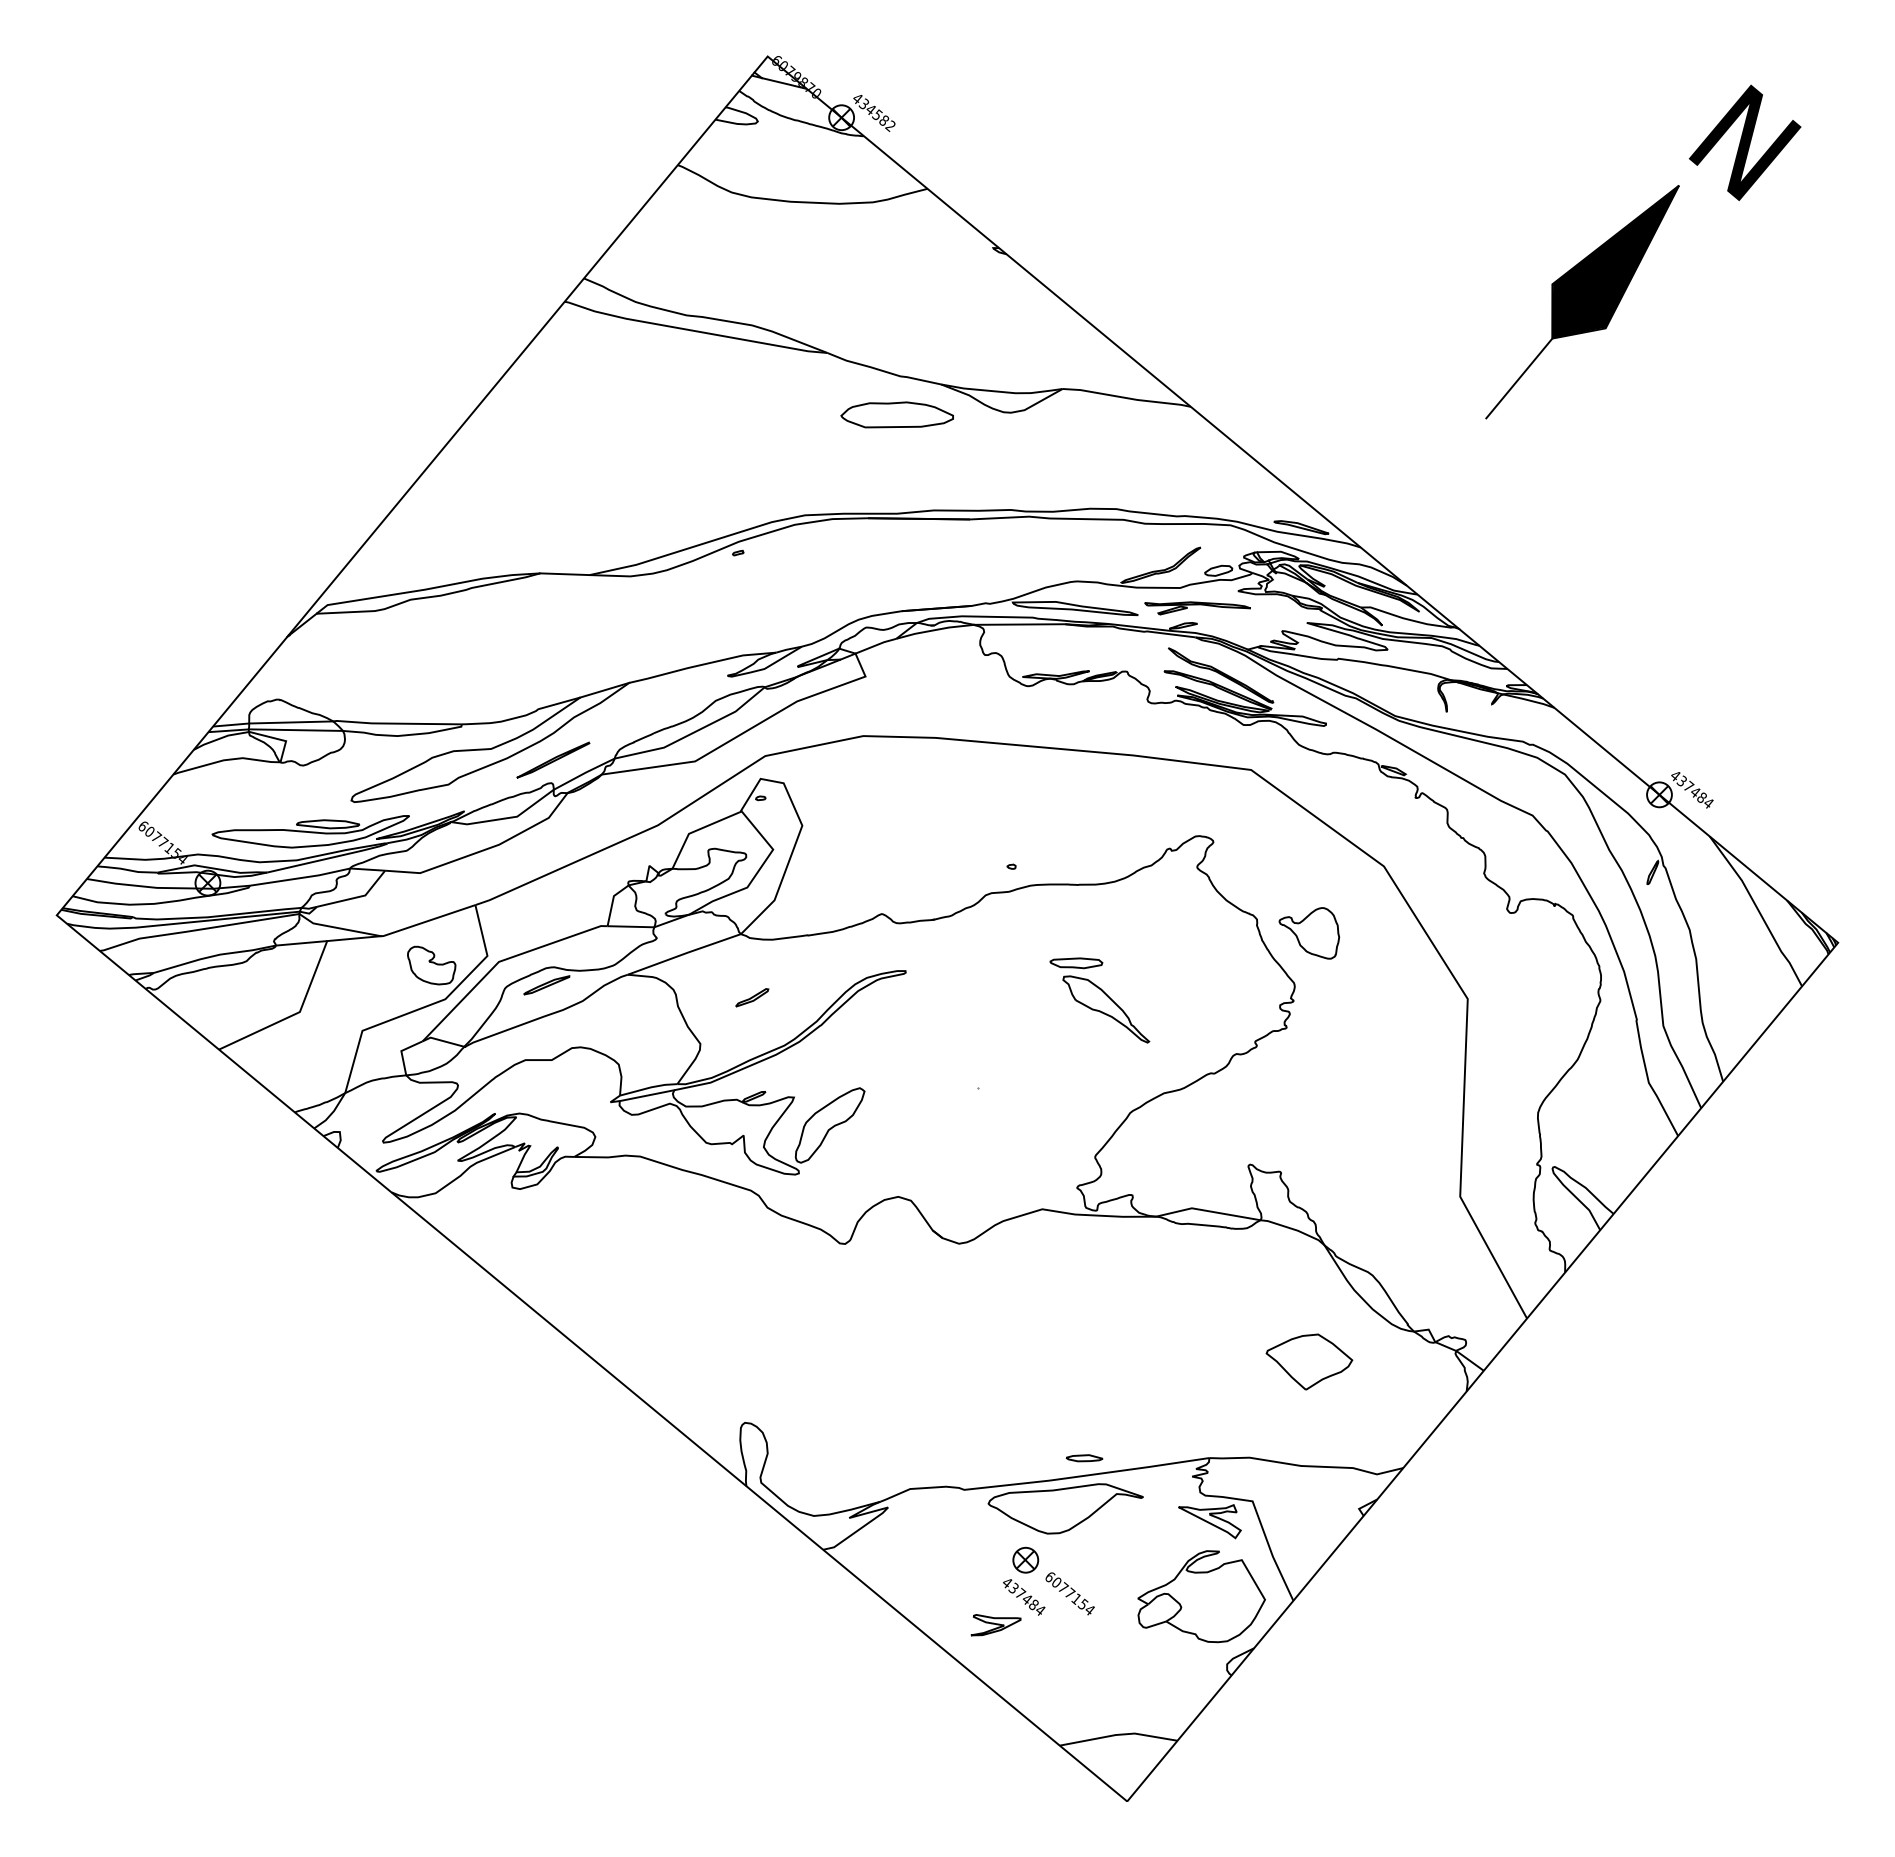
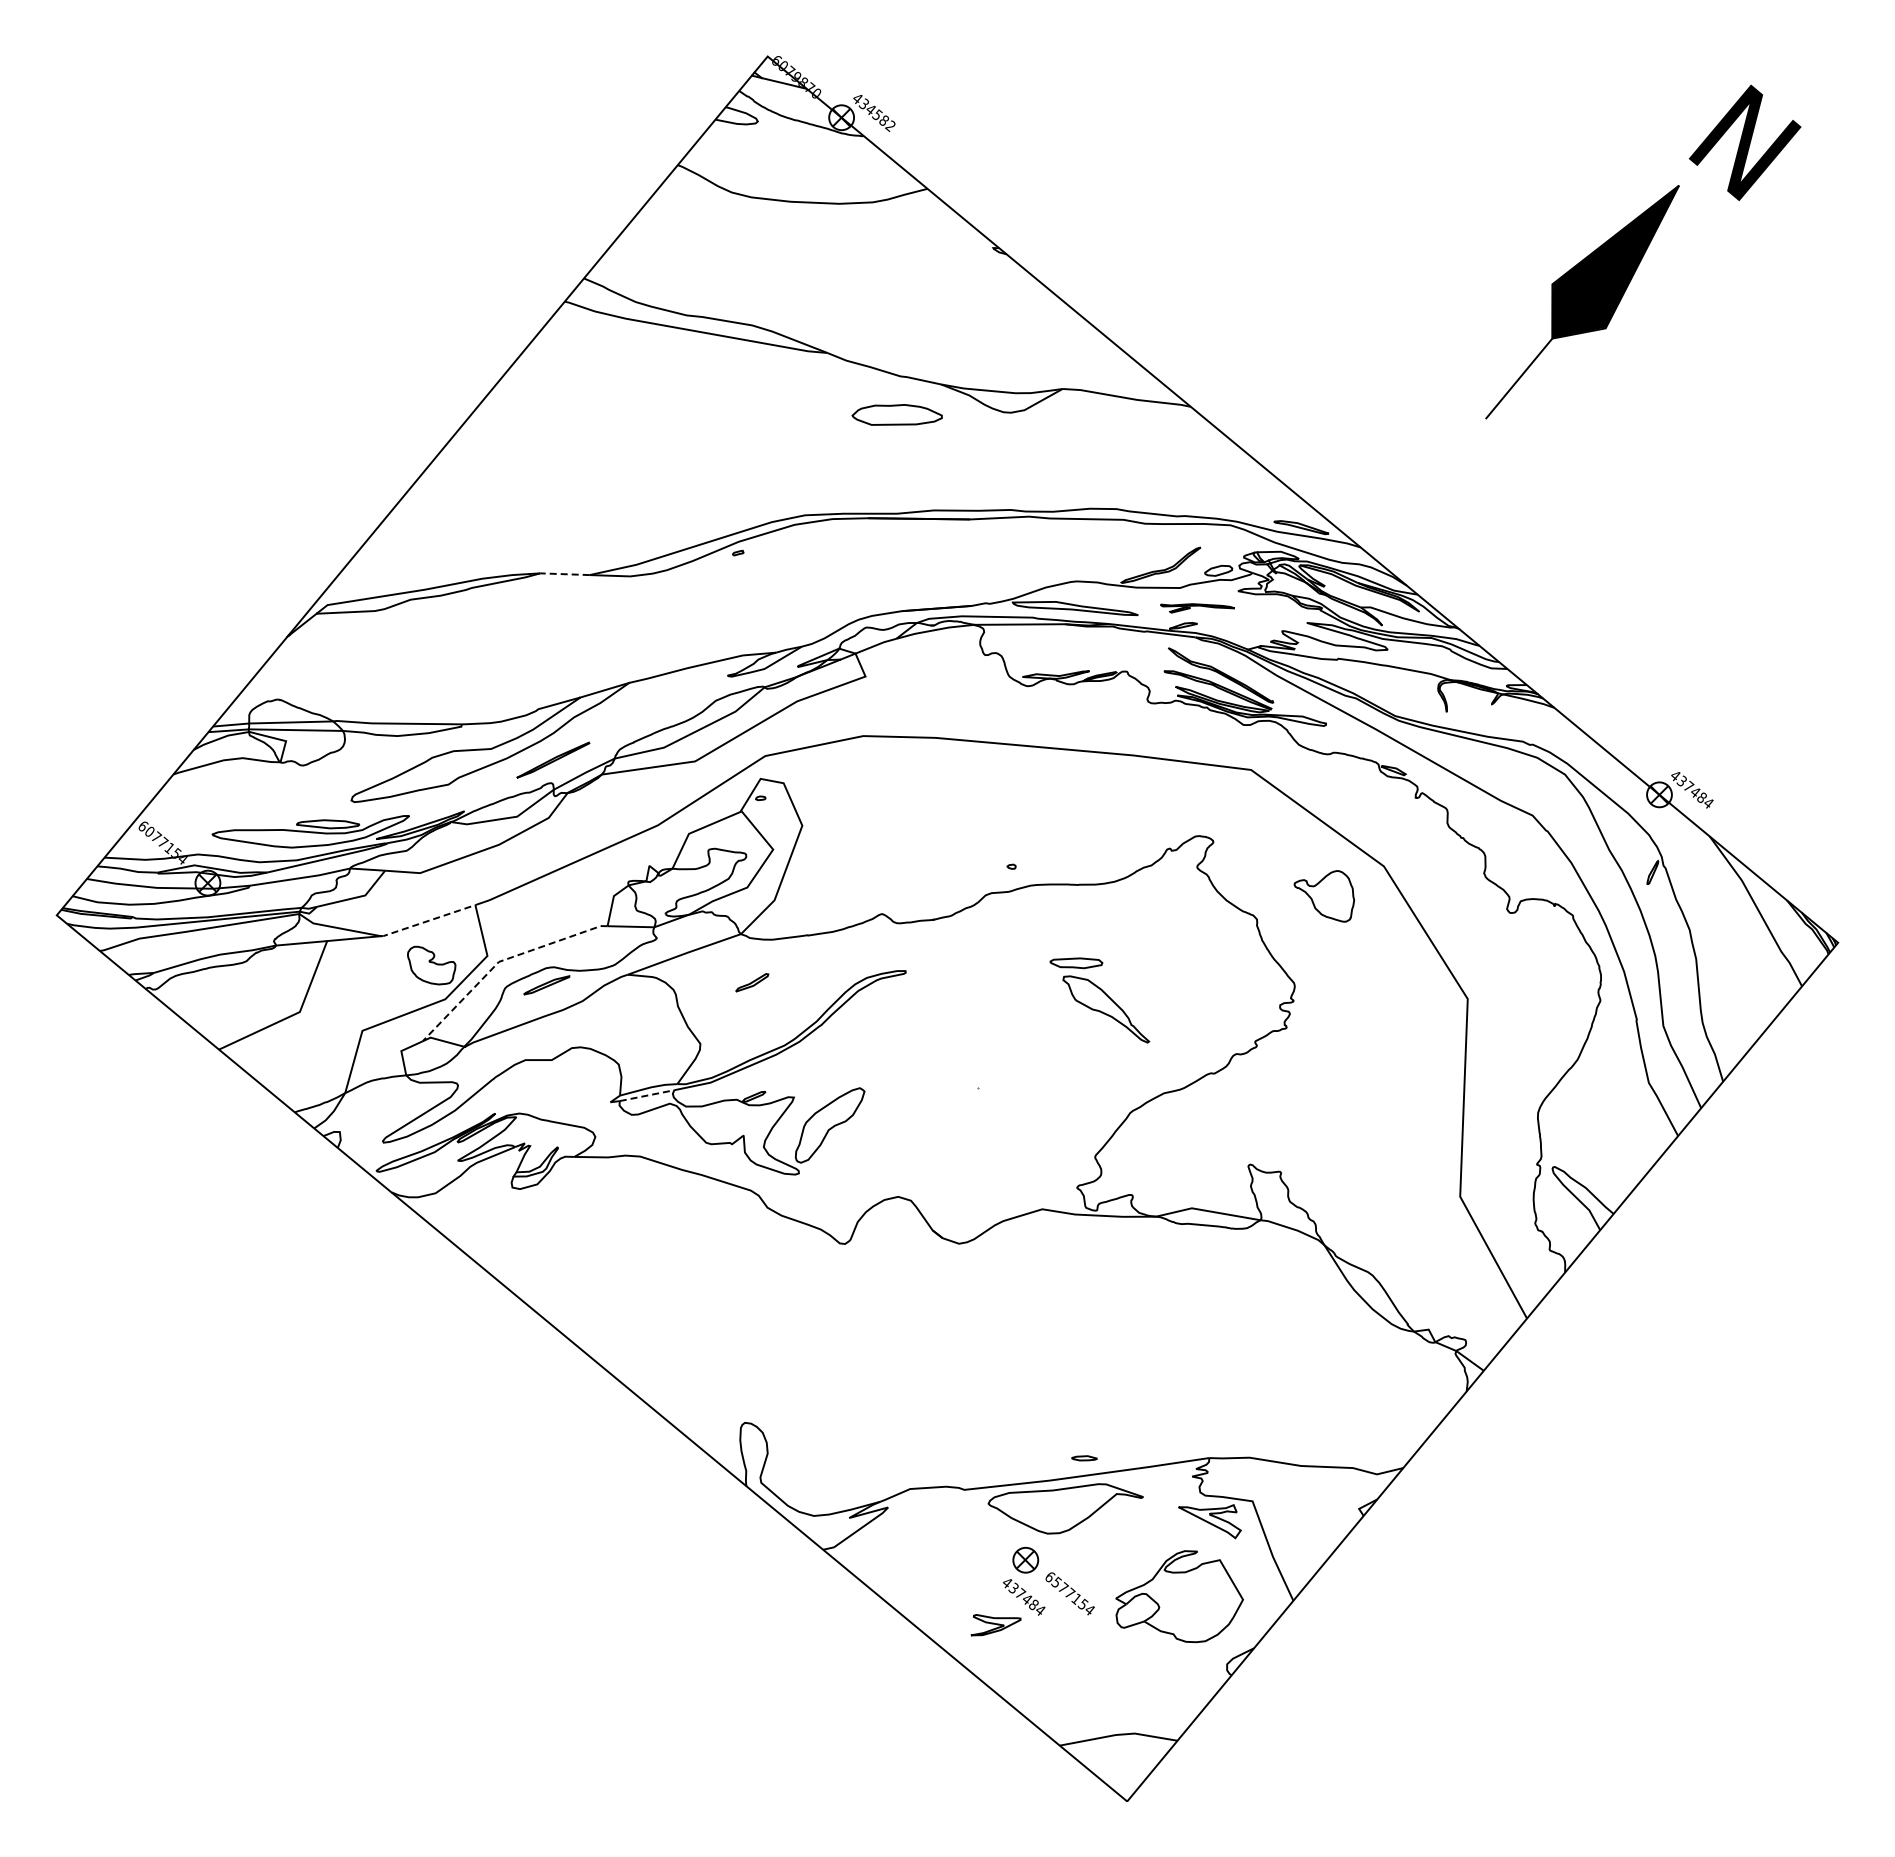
part at (896, 414) size: 114x28 px -> 92x22 px
line at (564, 574): solid -> dashed
part at (1197, 608) size: 107x15 px -> 75x11 px
line at (427, 921): solid -> dashed
part at (1309, 933) position: (1309, 933) -> (1324, 896)
line at (500, 961): solid -> dashed
part at (752, 997) position: (752, 997) -> (752, 982)
line at (647, 1095): solid -> dashed
part at (1309, 1361): present -> none
part at (1084, 1458) size: 39x9 px -> 27x7 px
text at (1056, 1581): 6077154 -> 6577154
part at (1201, 1596) position: (1201, 1596) -> (1179, 1596)
